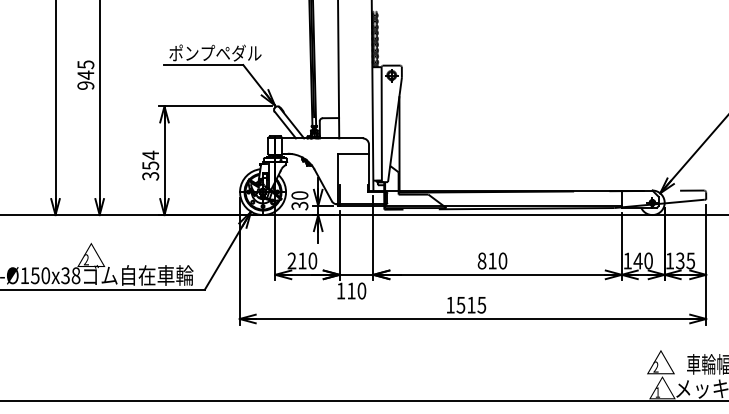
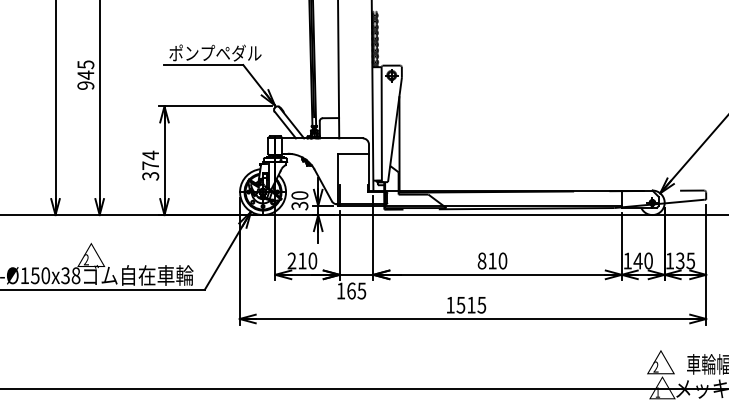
text at (150, 165): 354 -> 374
text at (356, 290): 110 -> 165
line at (363, 401) position: (363, 401) -> (363, 389)
